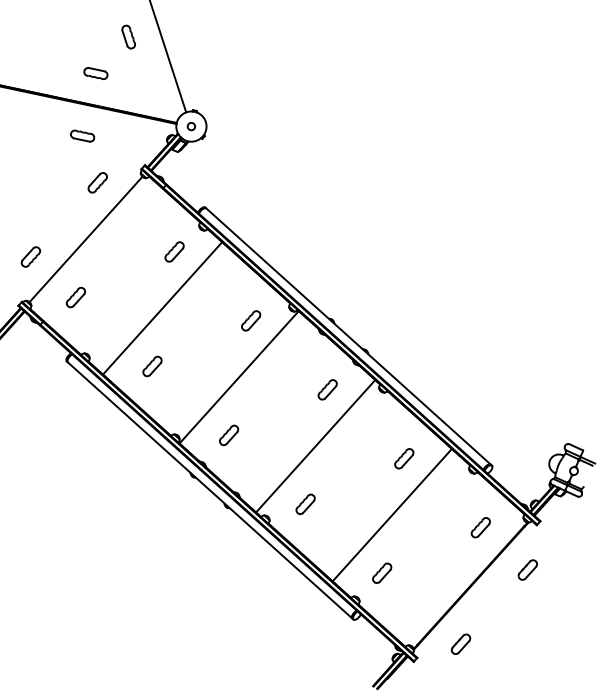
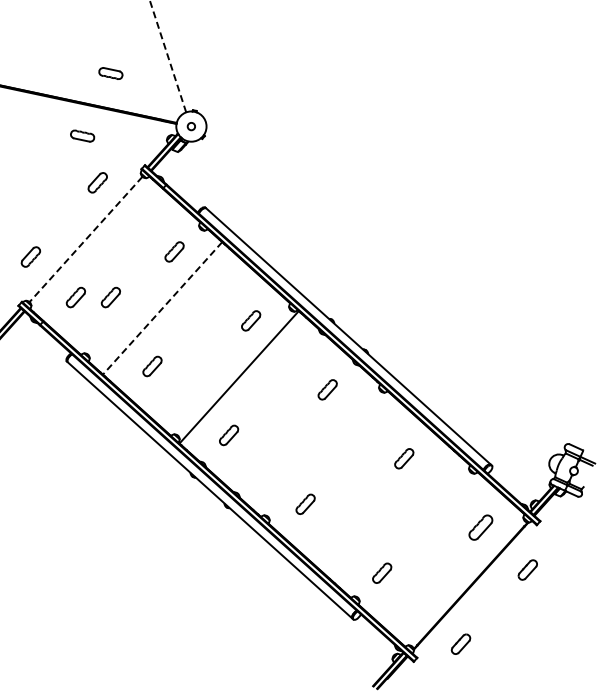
part at (128, 36): present -> none
line at (168, 56): solid -> dashed
part at (95, 73) position: (95, 73) -> (110, 73)
line at (85, 239): solid -> dashed
part at (110, 297): none -> present
line at (162, 308): solid -> dashed
line at (315, 445): present -> none
line at (391, 514): present -> none
part at (480, 527) size: 21x22 px -> 26x27 px
